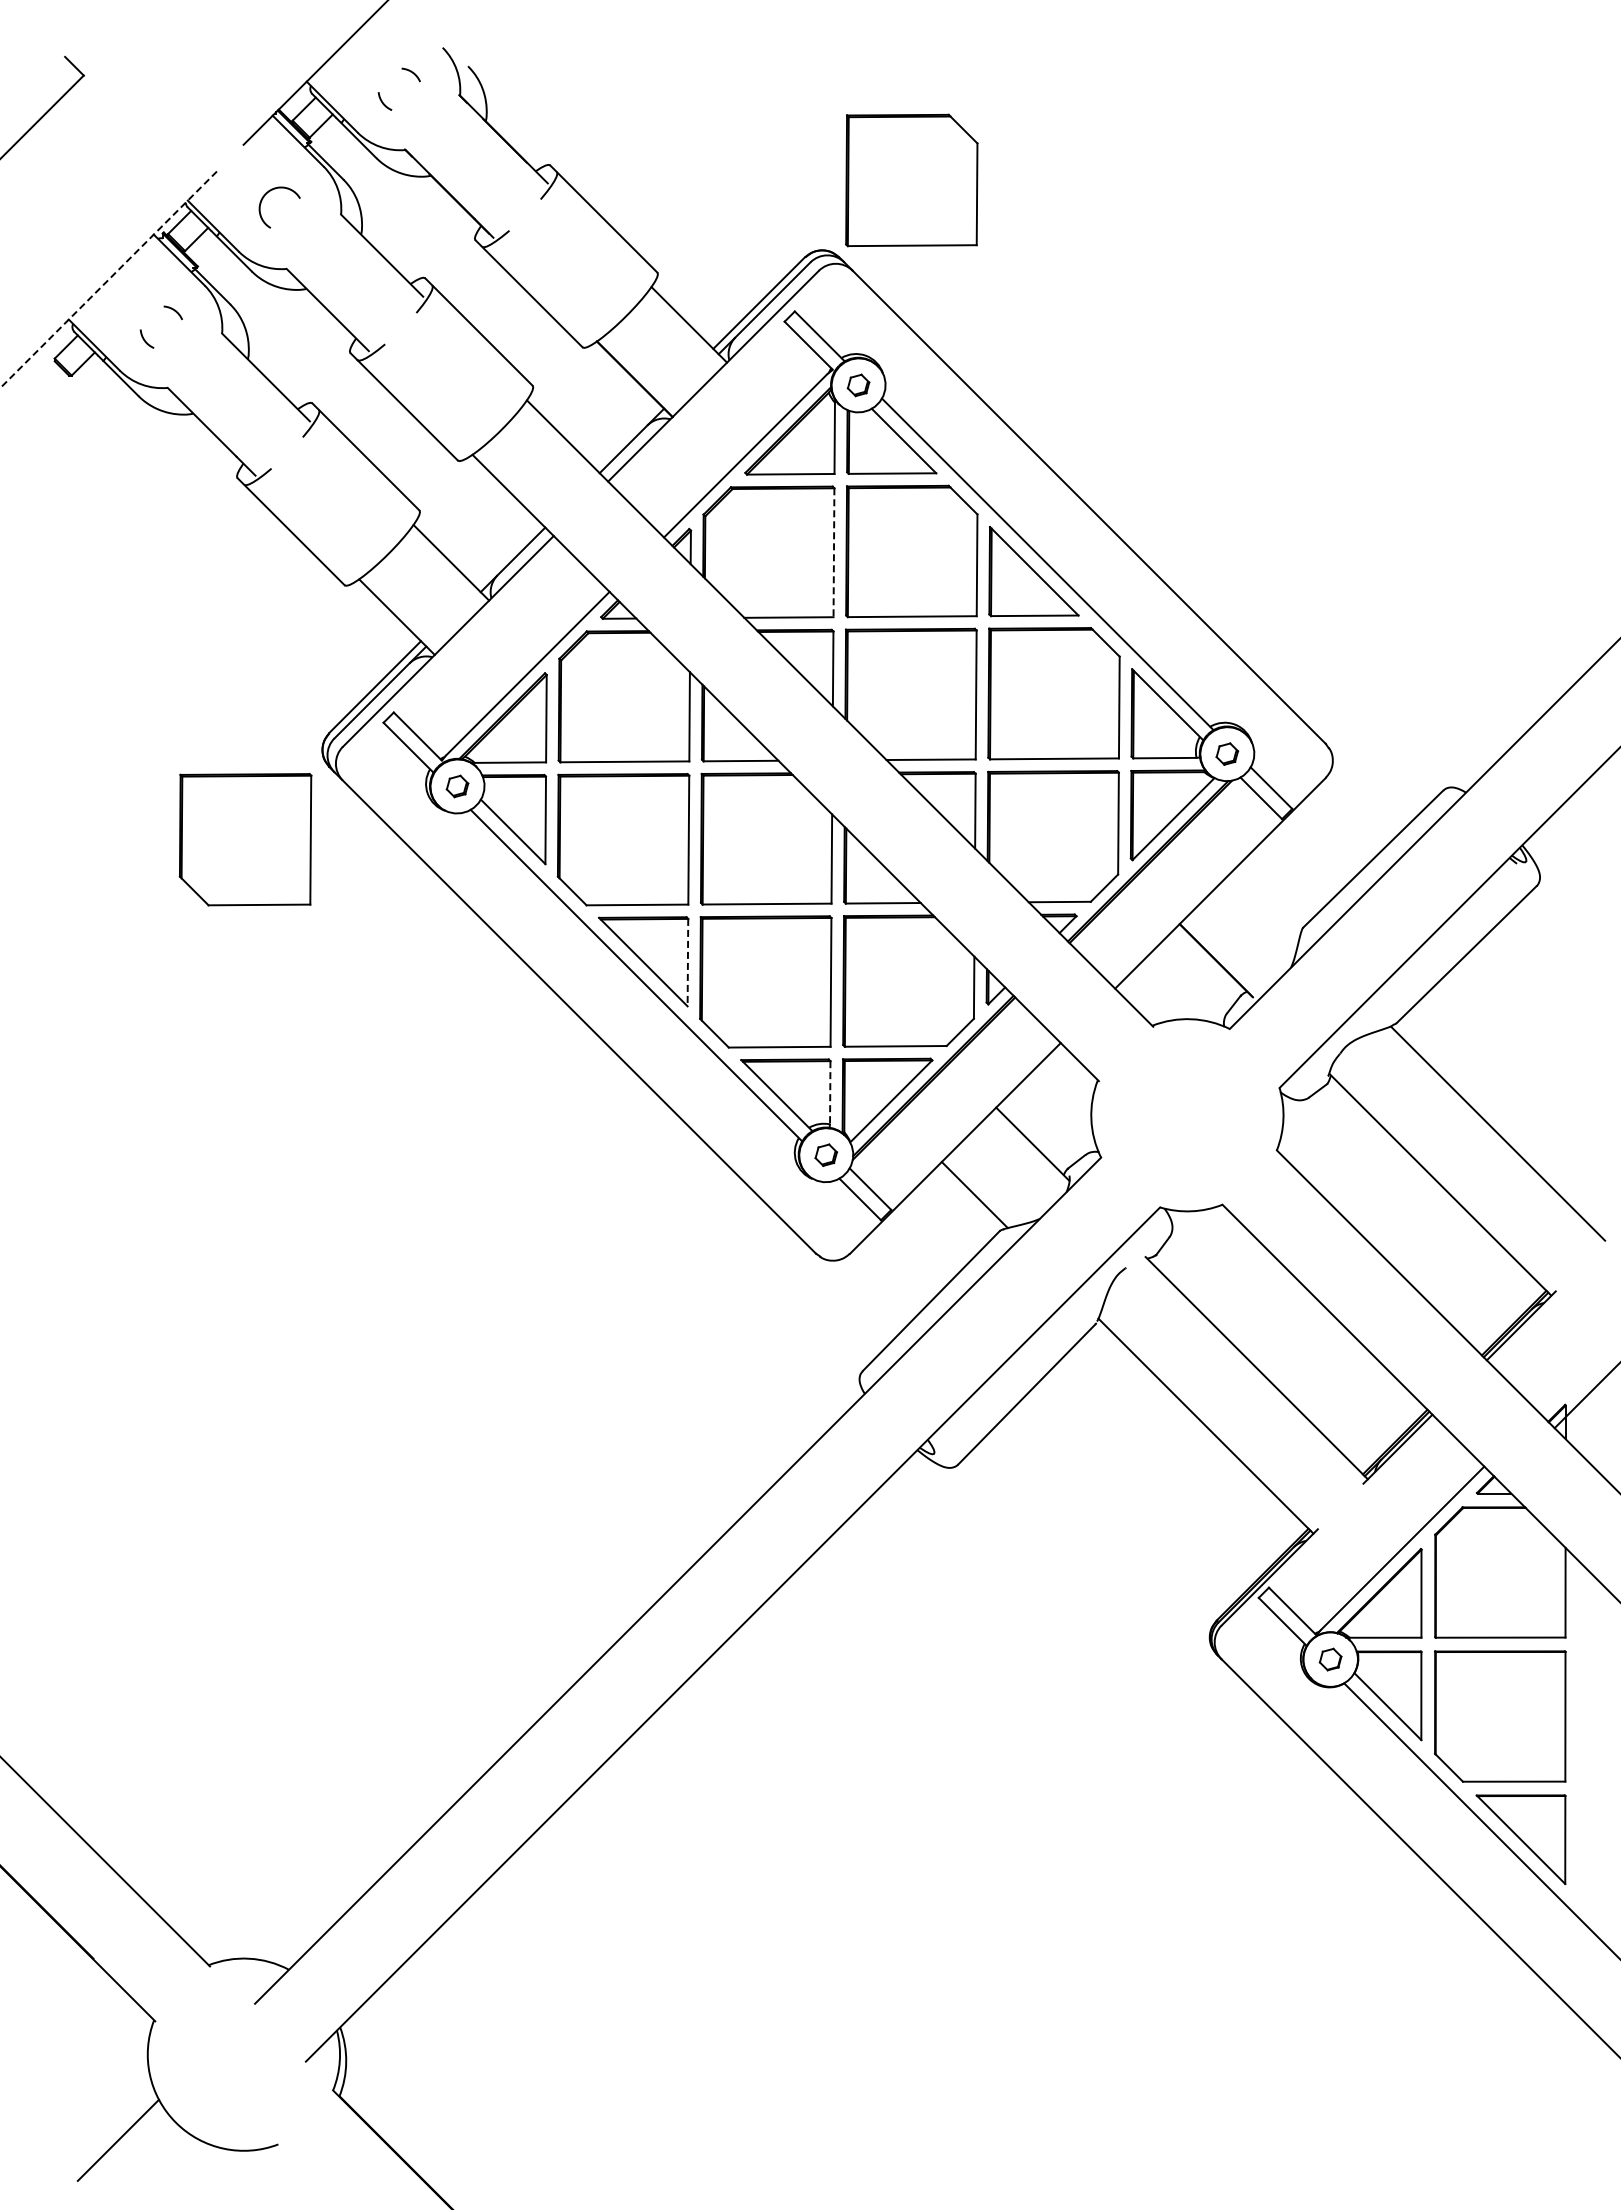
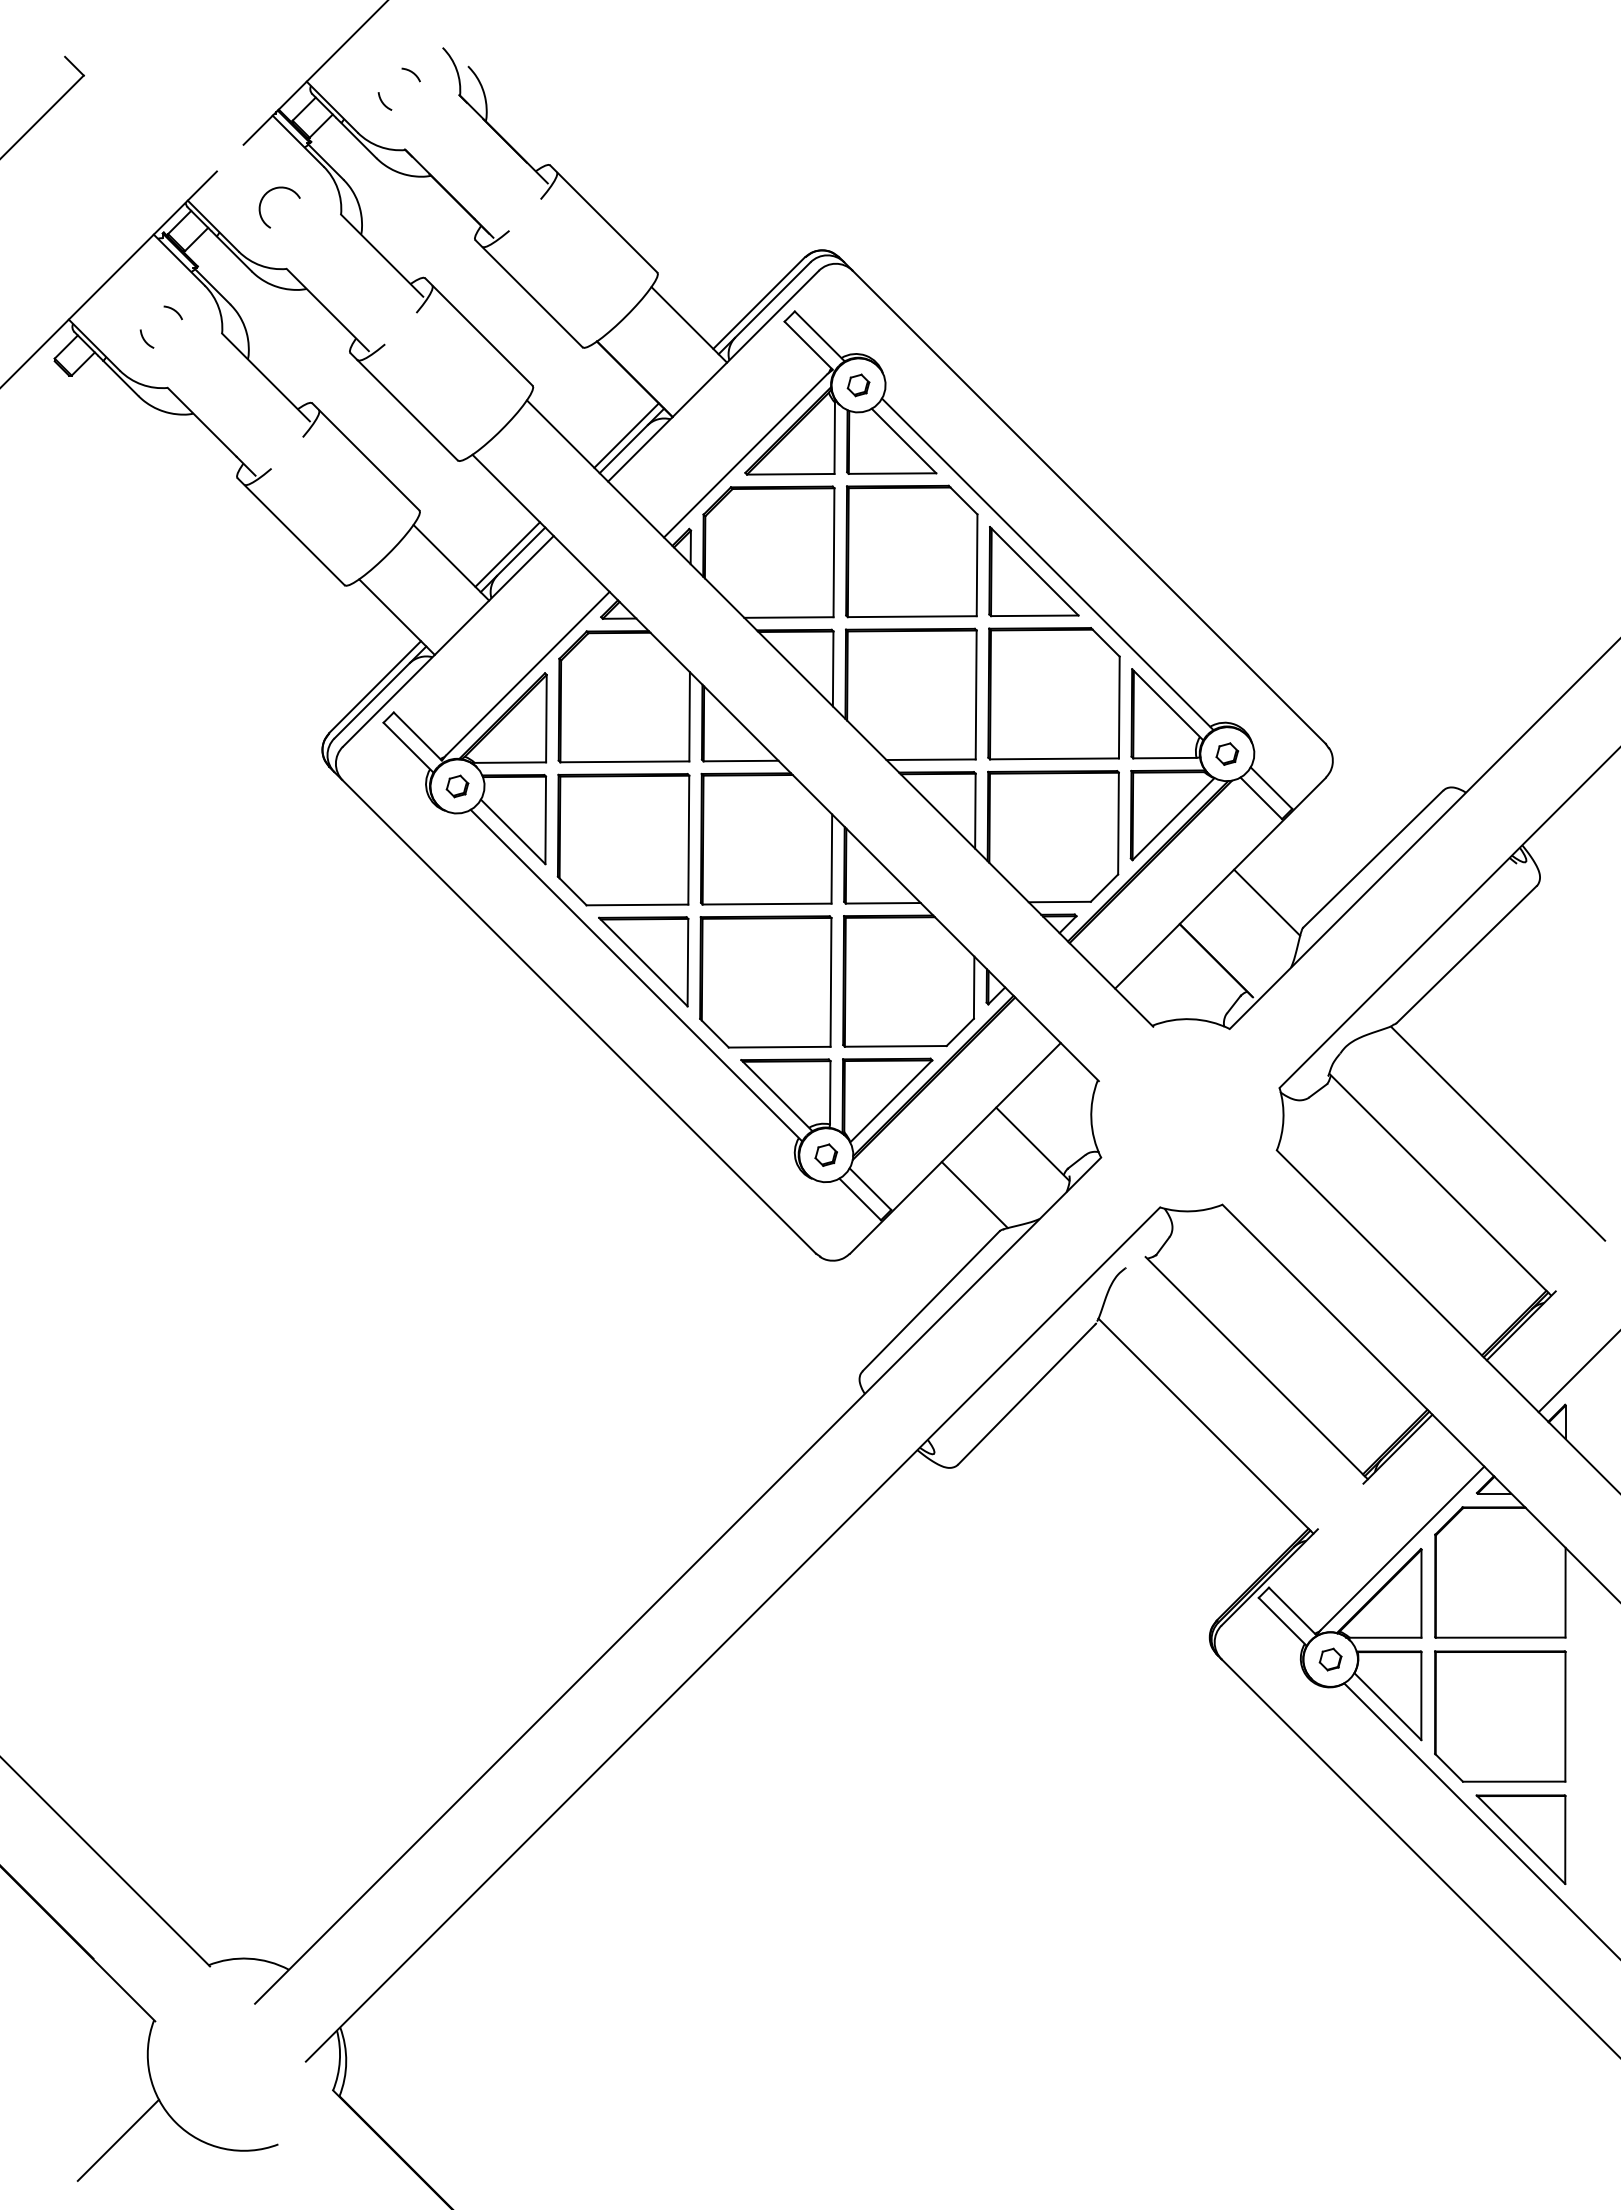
part at (911, 180): present -> none
line at (108, 280): dashed -> solid
line at (626, 435): none -> present
line at (833, 553): dashed -> solid
line at (507, 554): none -> present
part at (245, 839): present -> none
line at (1267, 902): none -> present
line at (687, 962): dashed -> solid
line at (830, 1092): dashed -> solid
line at (1585, 1396) position: (1585, 1396) -> (1577, 1372)
